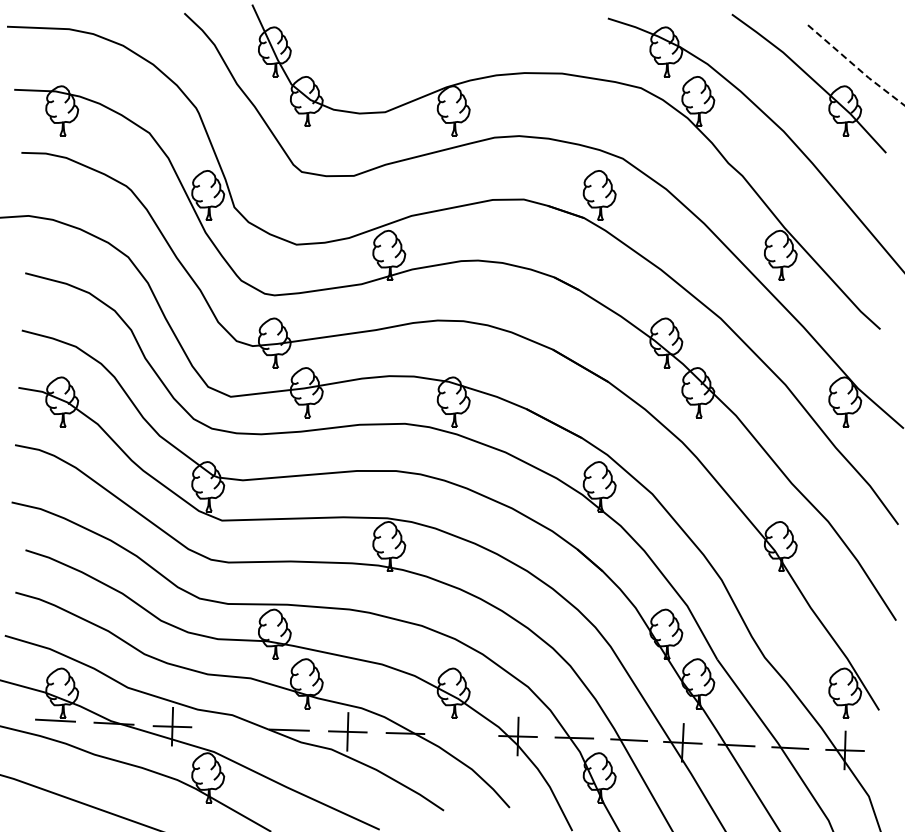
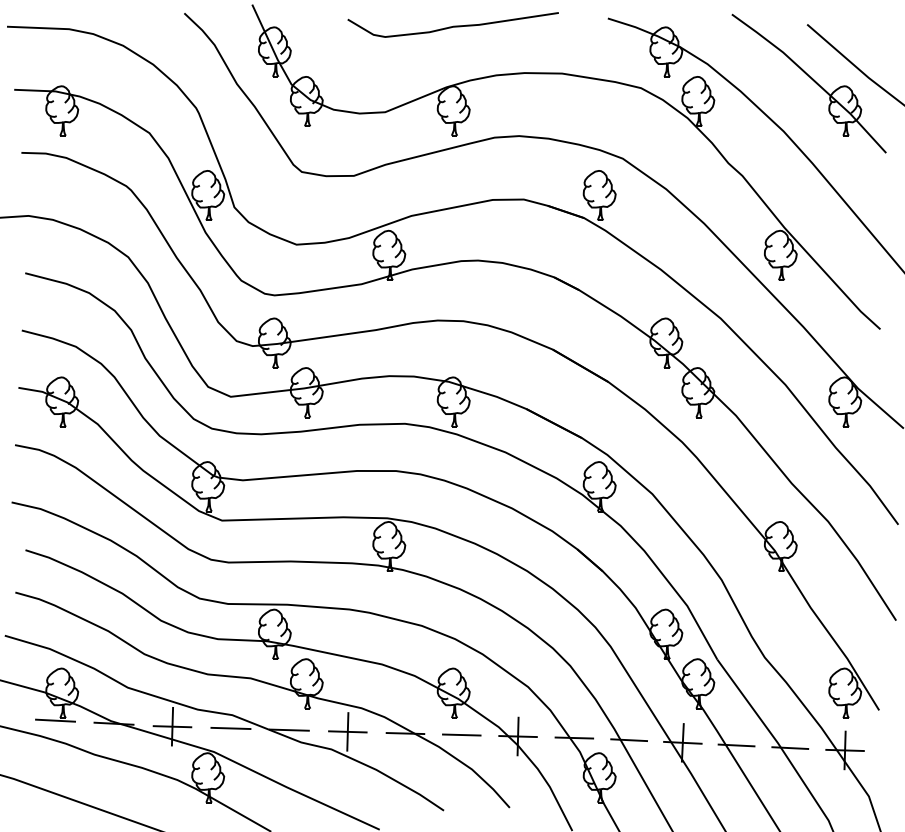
curve at (453, 25): none -> present
line at (855, 66): dashed -> solid
line at (230, 728): none -> present
line at (461, 734): none -> present
